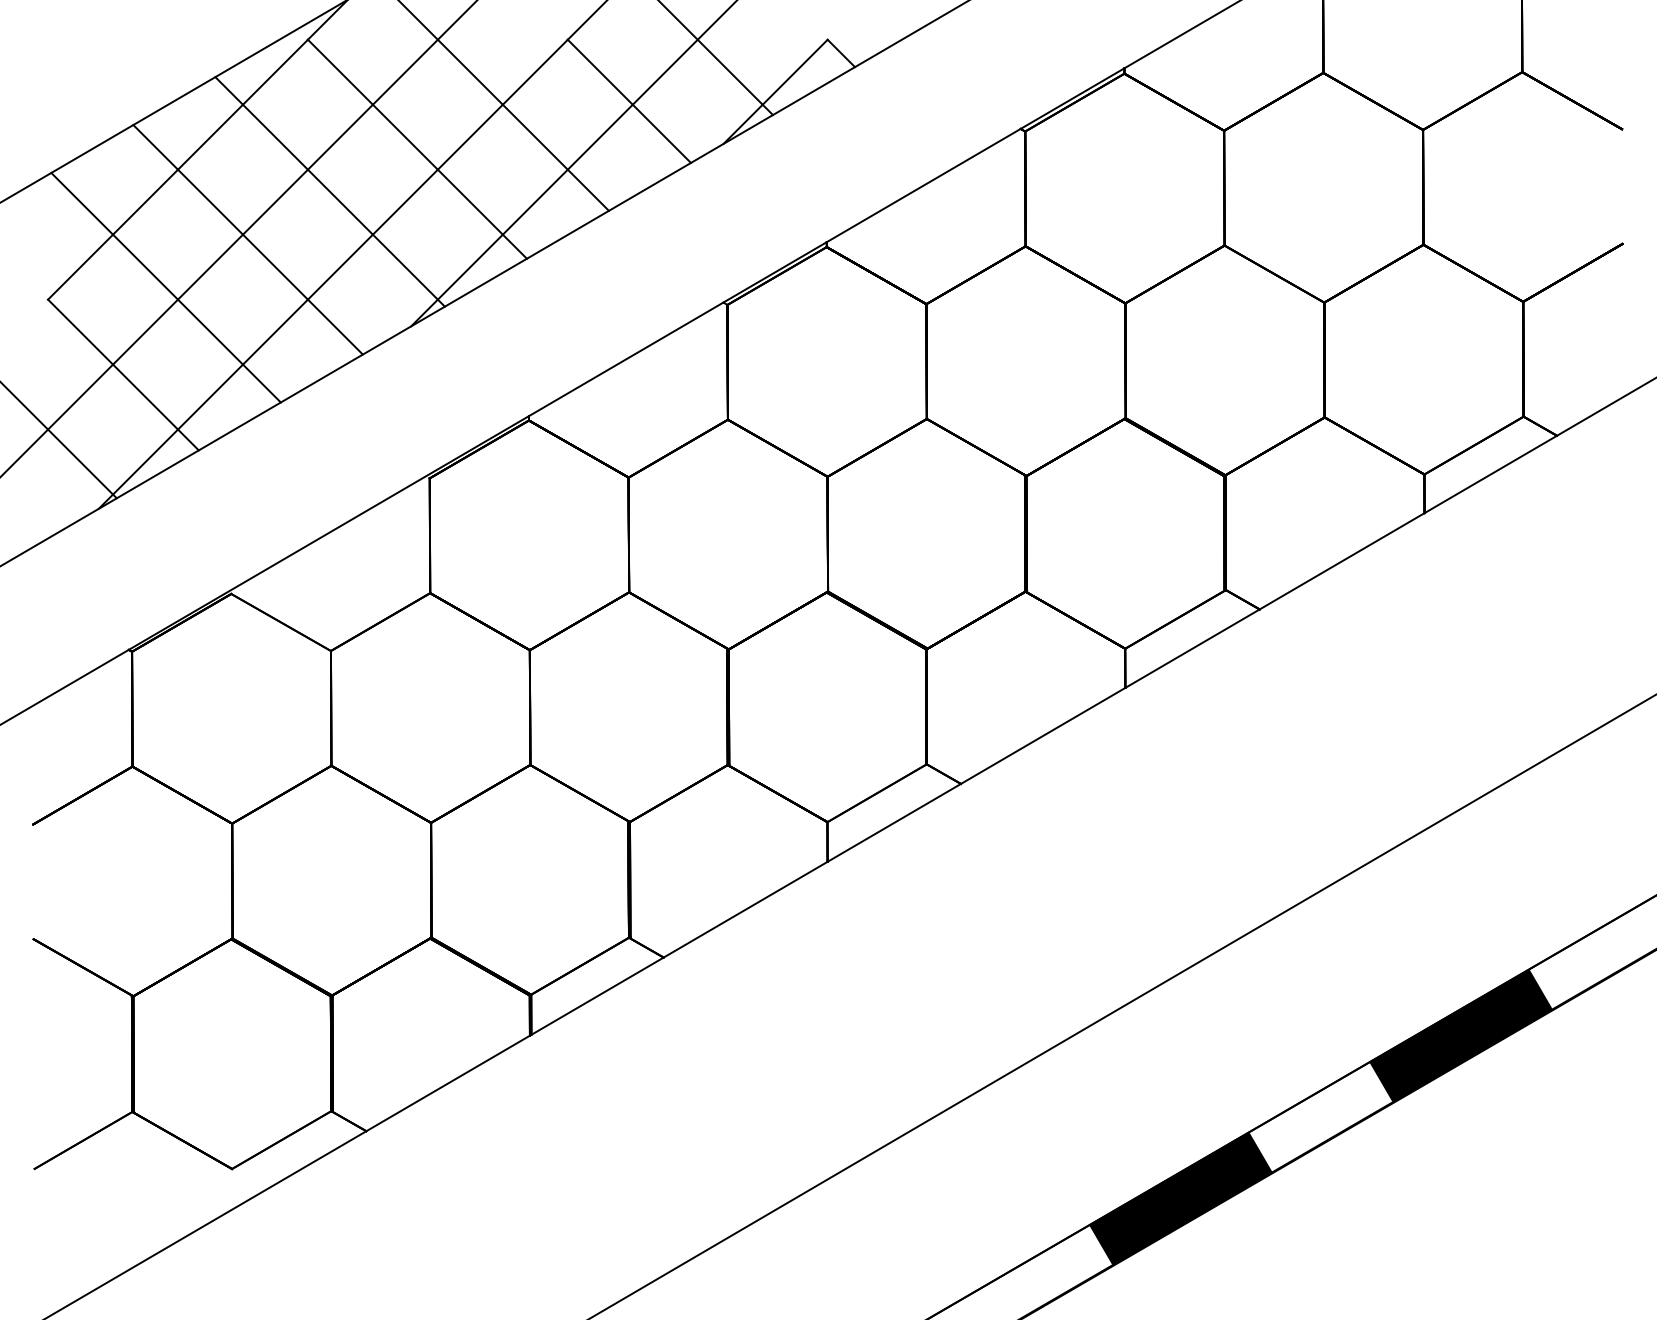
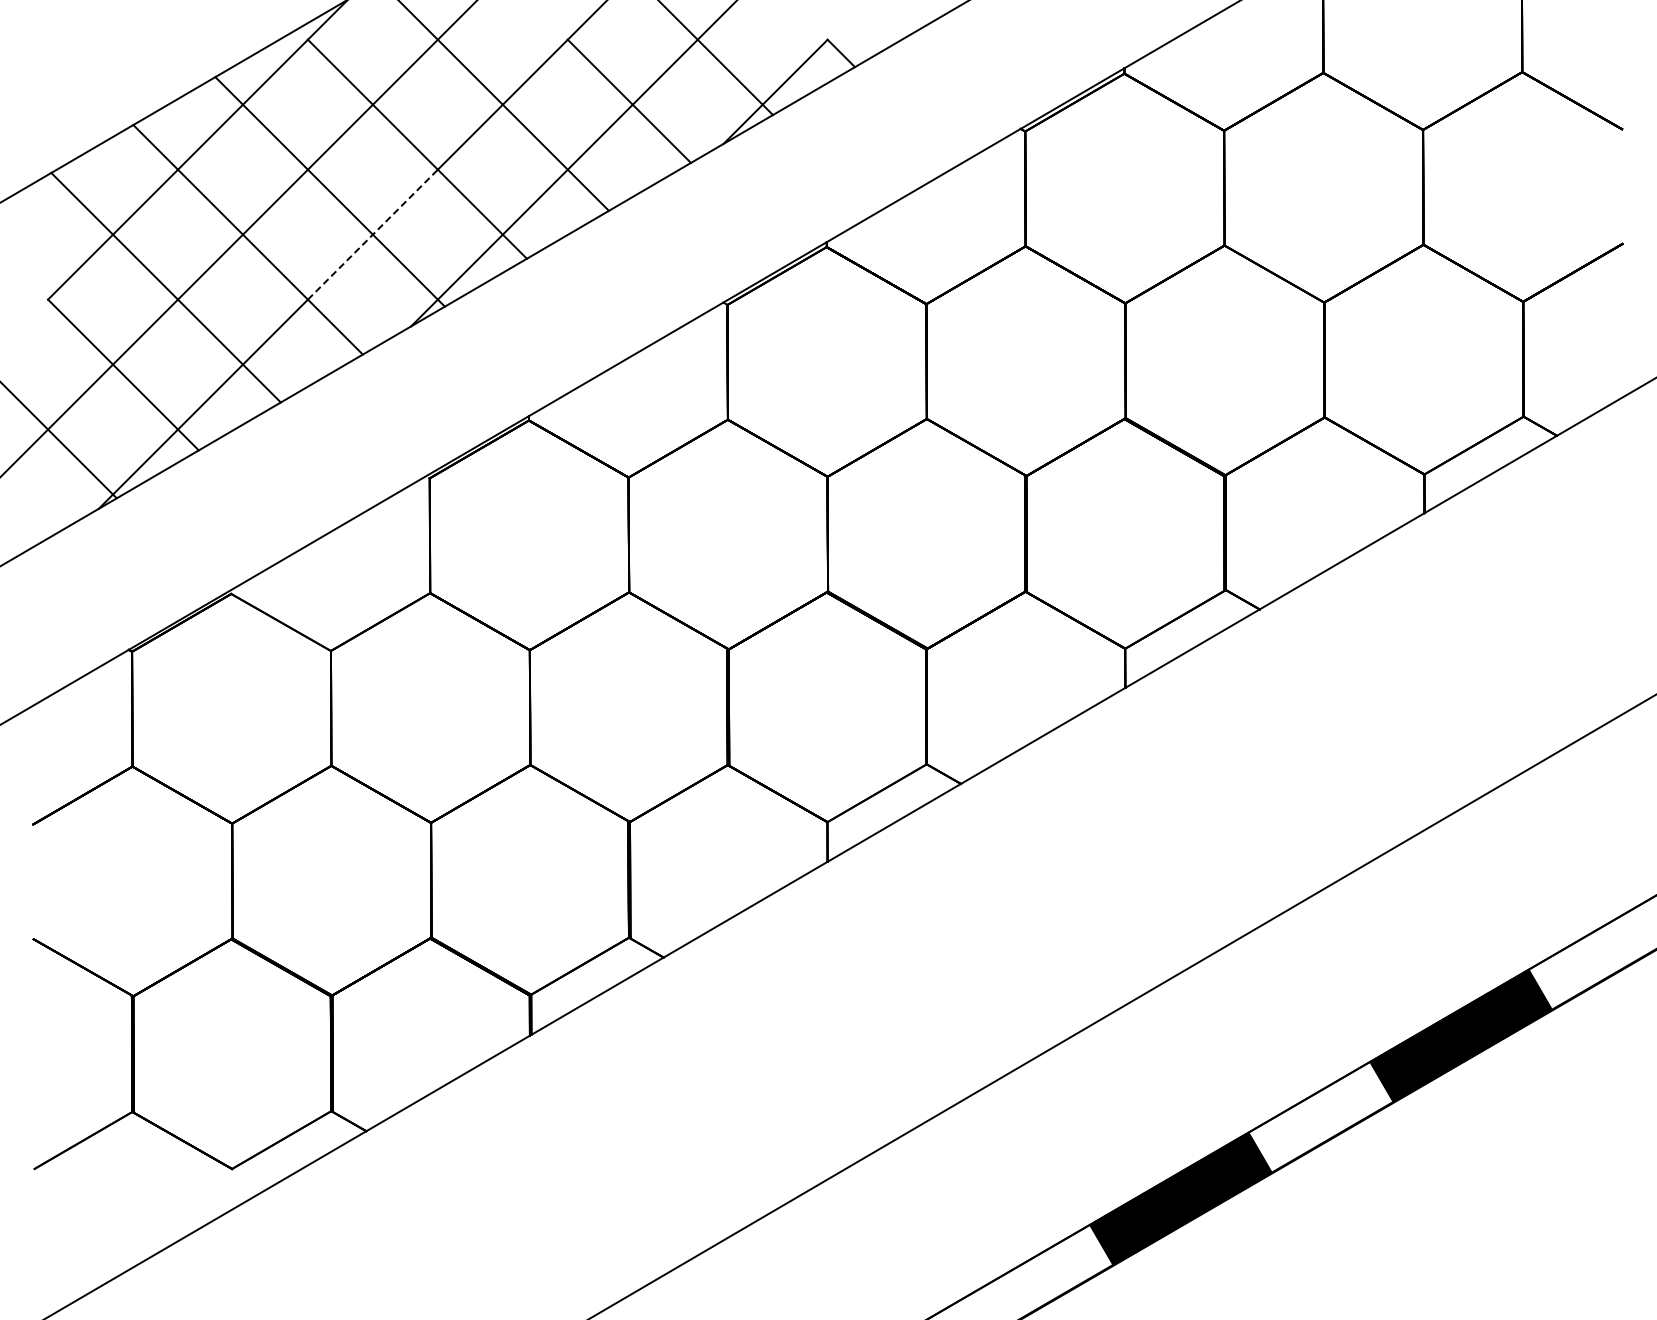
line at (372, 234): solid -> dashed
